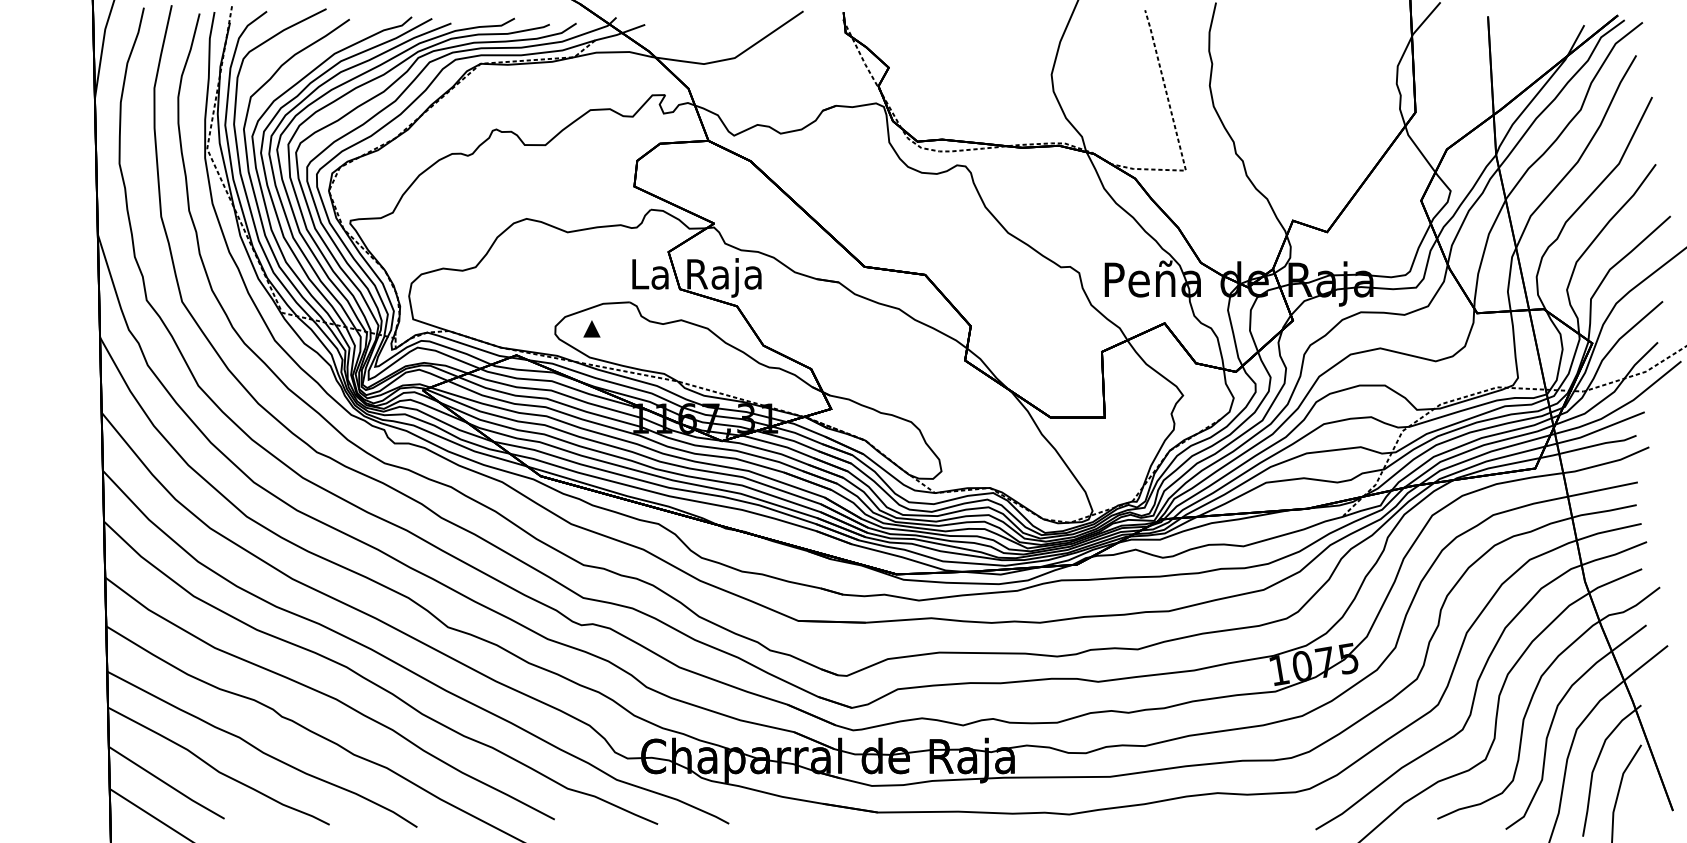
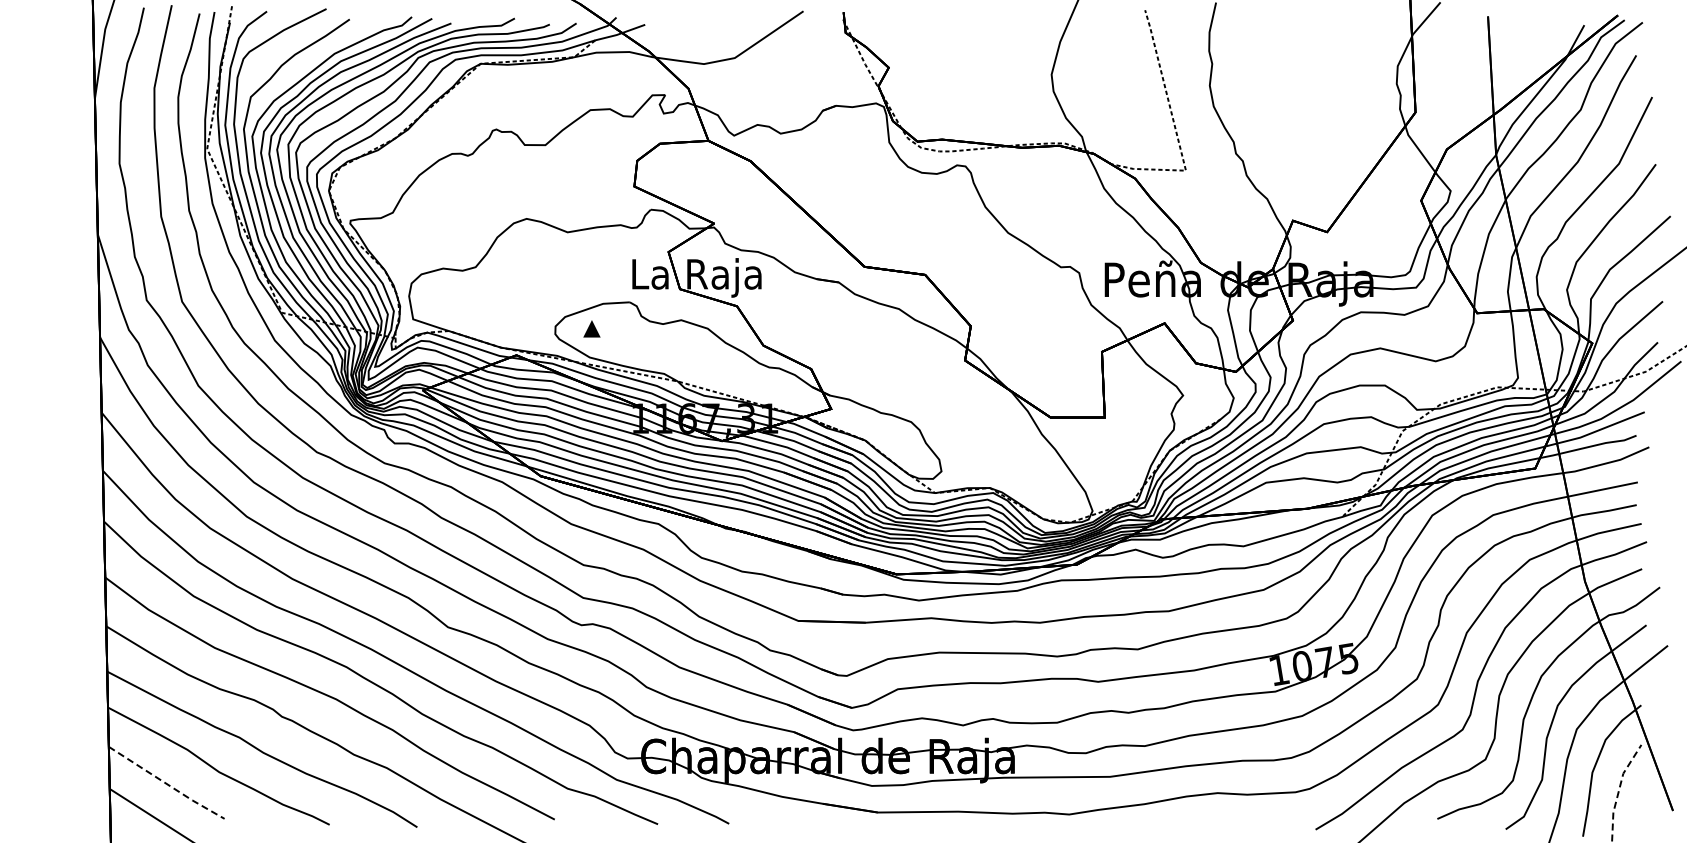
line at (166, 783): solid -> dashed
line at (1618, 790): solid -> dashed
